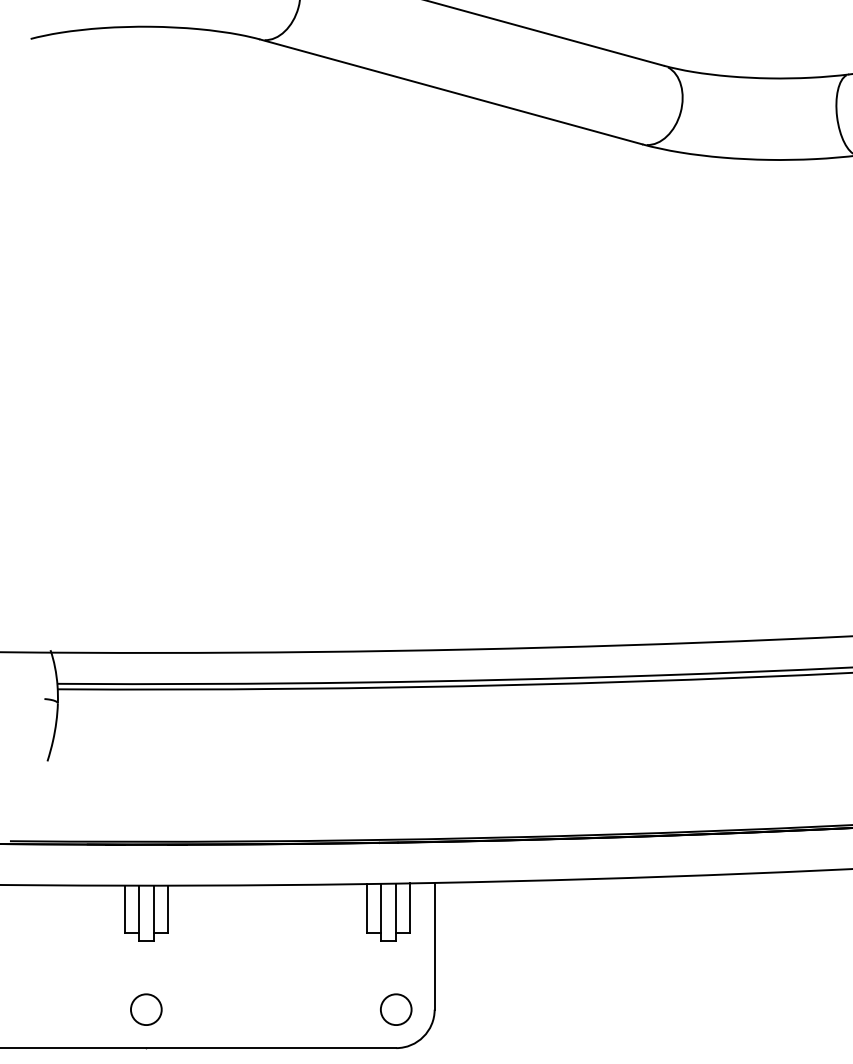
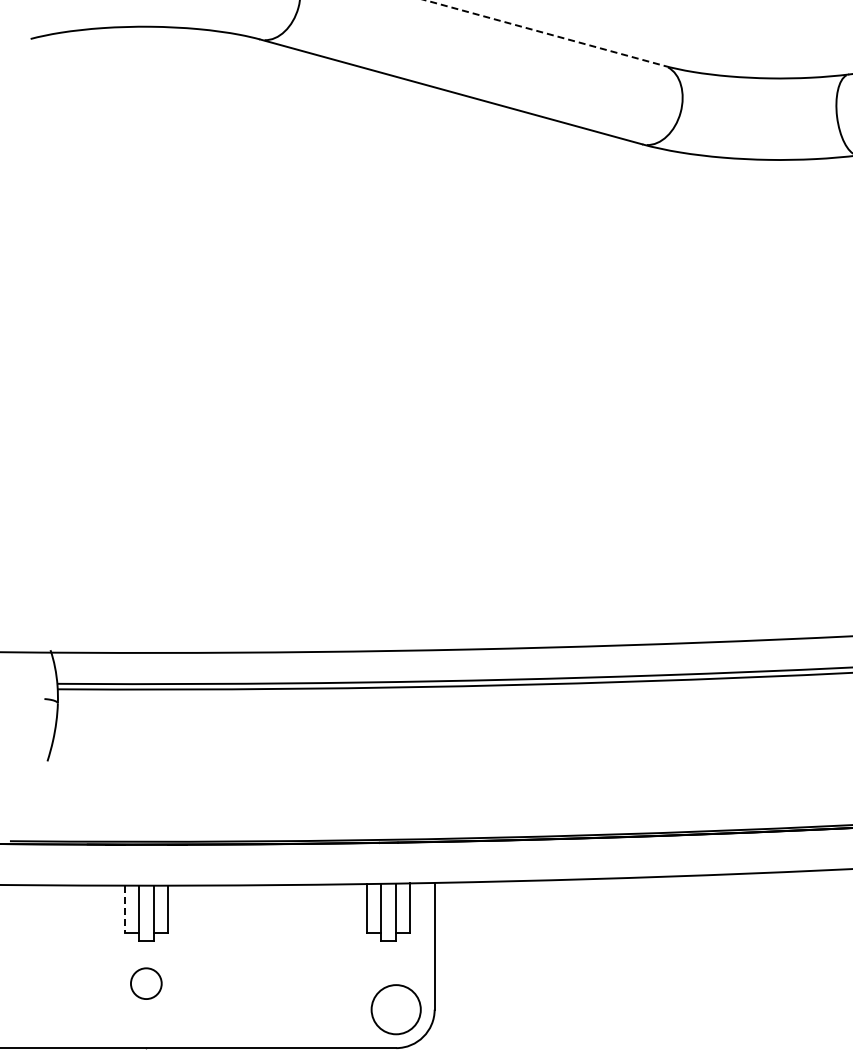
line at (544, 33): solid -> dashed
line at (125, 909): solid -> dashed
circle at (146, 1009) position: (146, 1009) -> (146, 983)
circle at (395, 1009) diameter: 31 px -> 49 px
